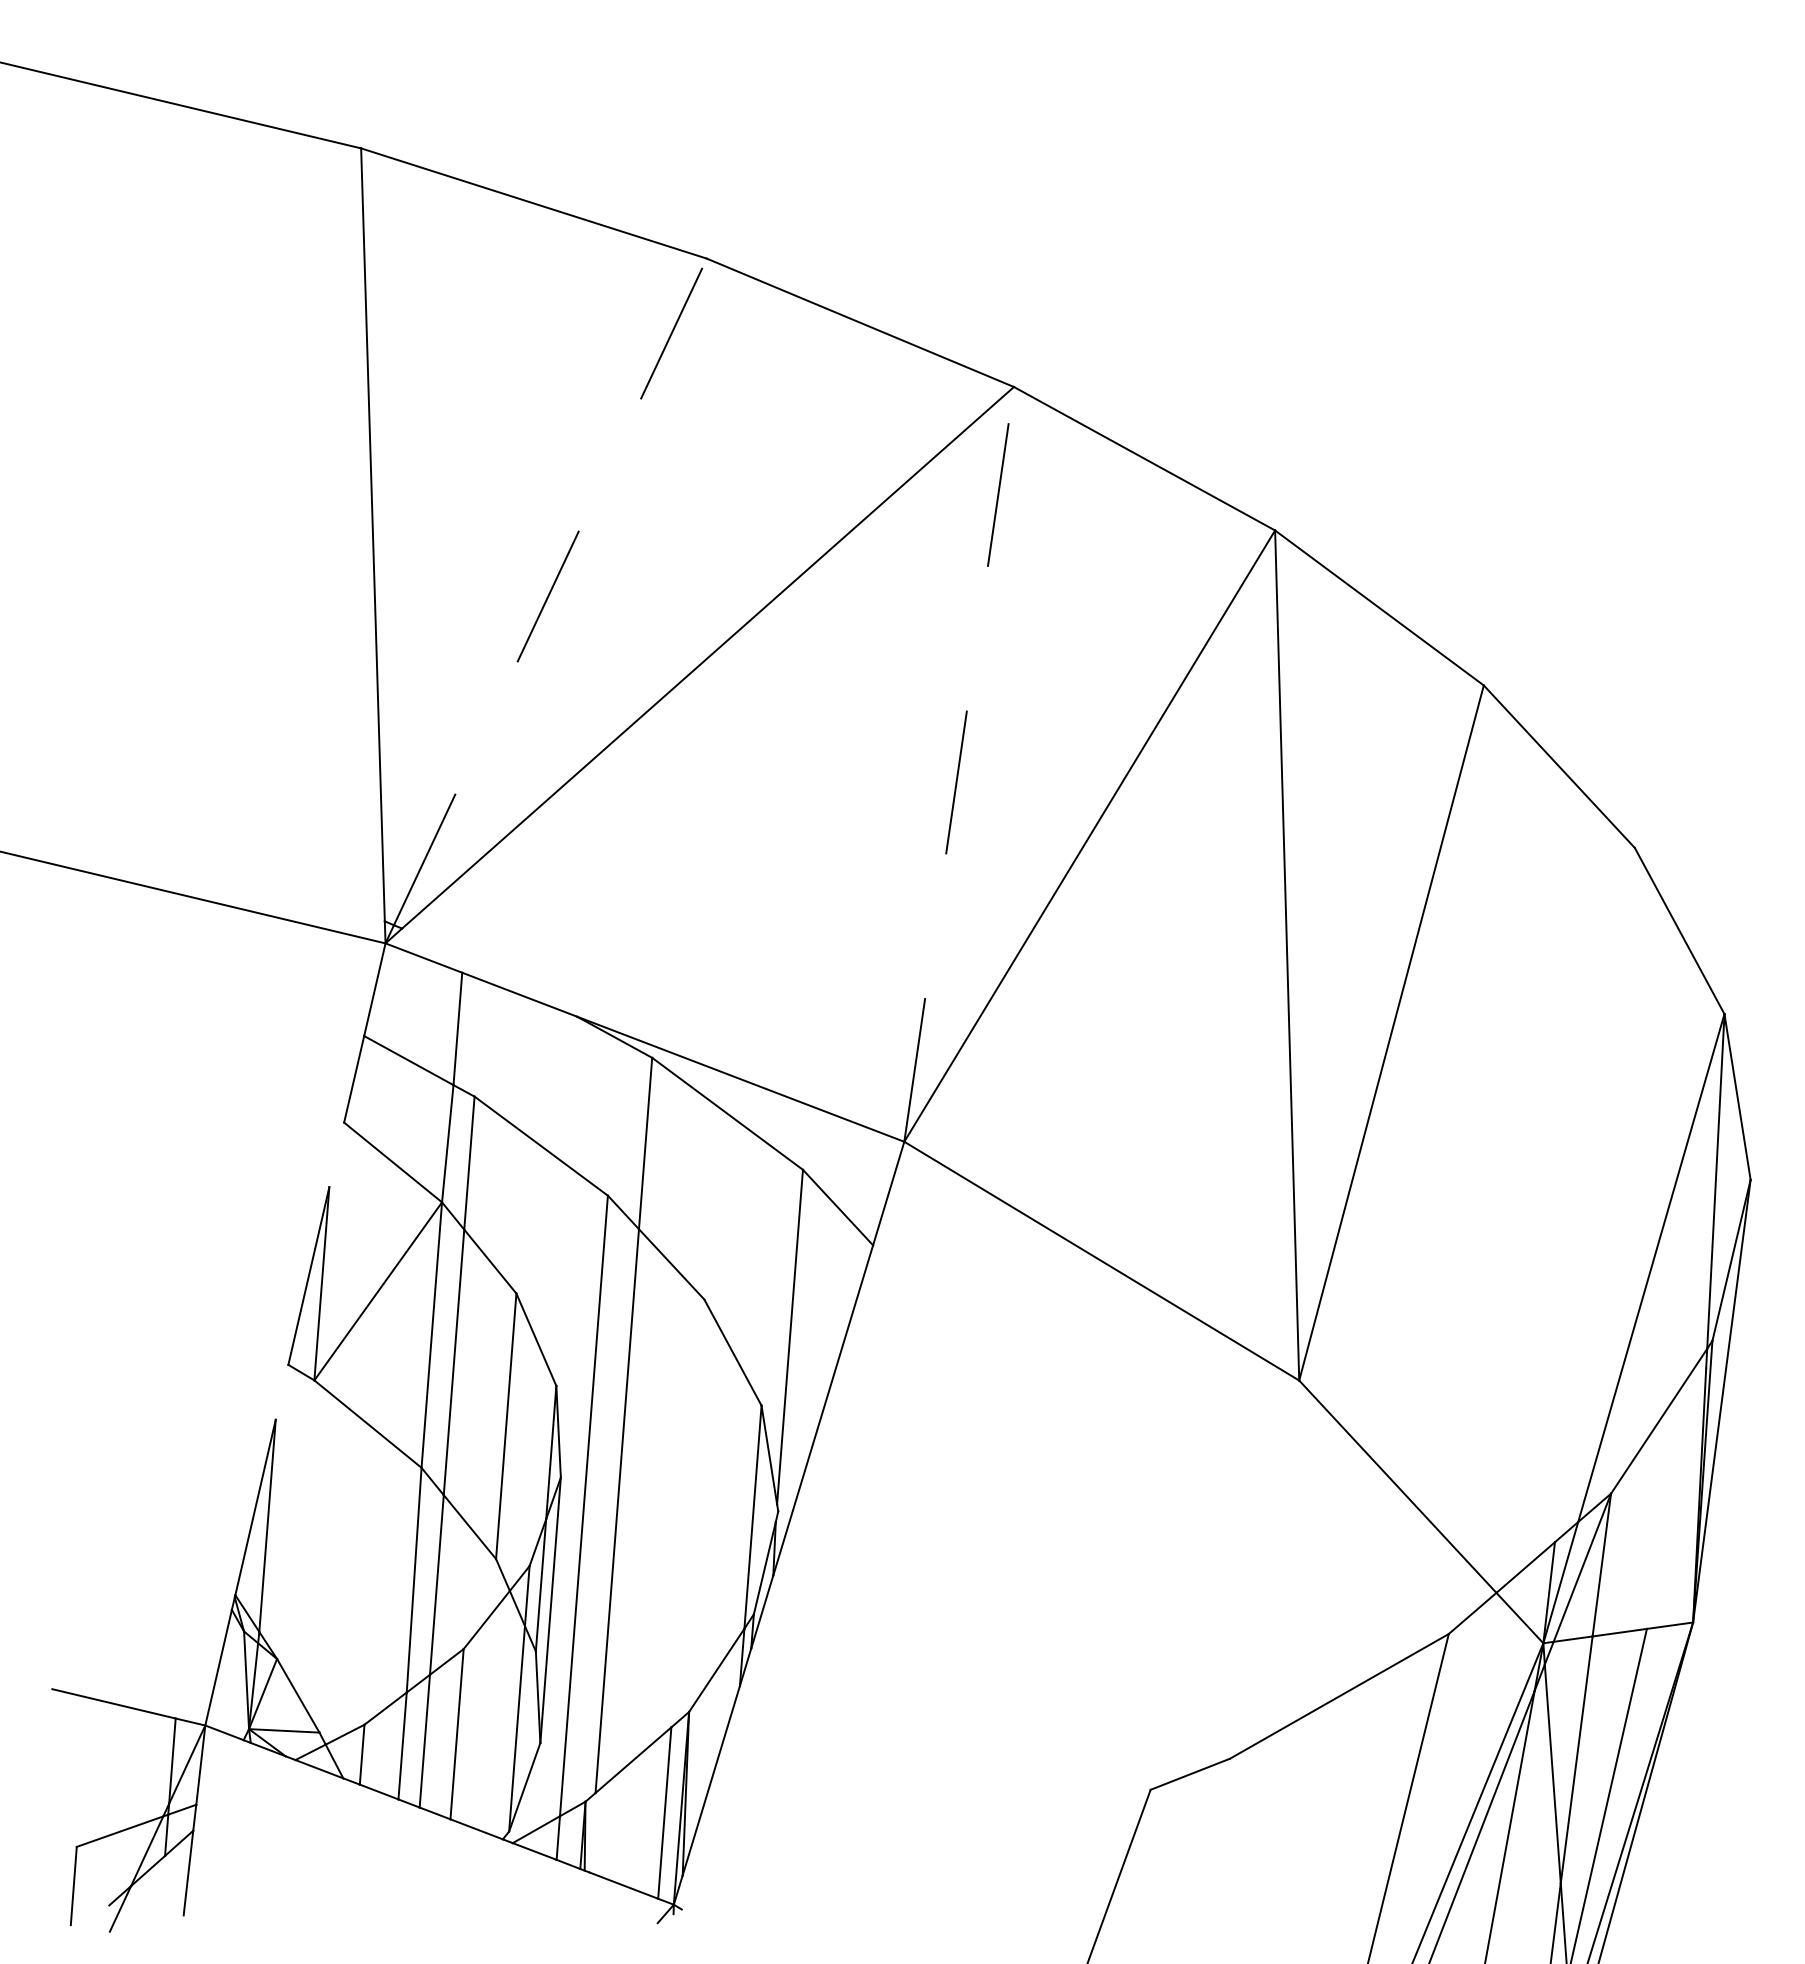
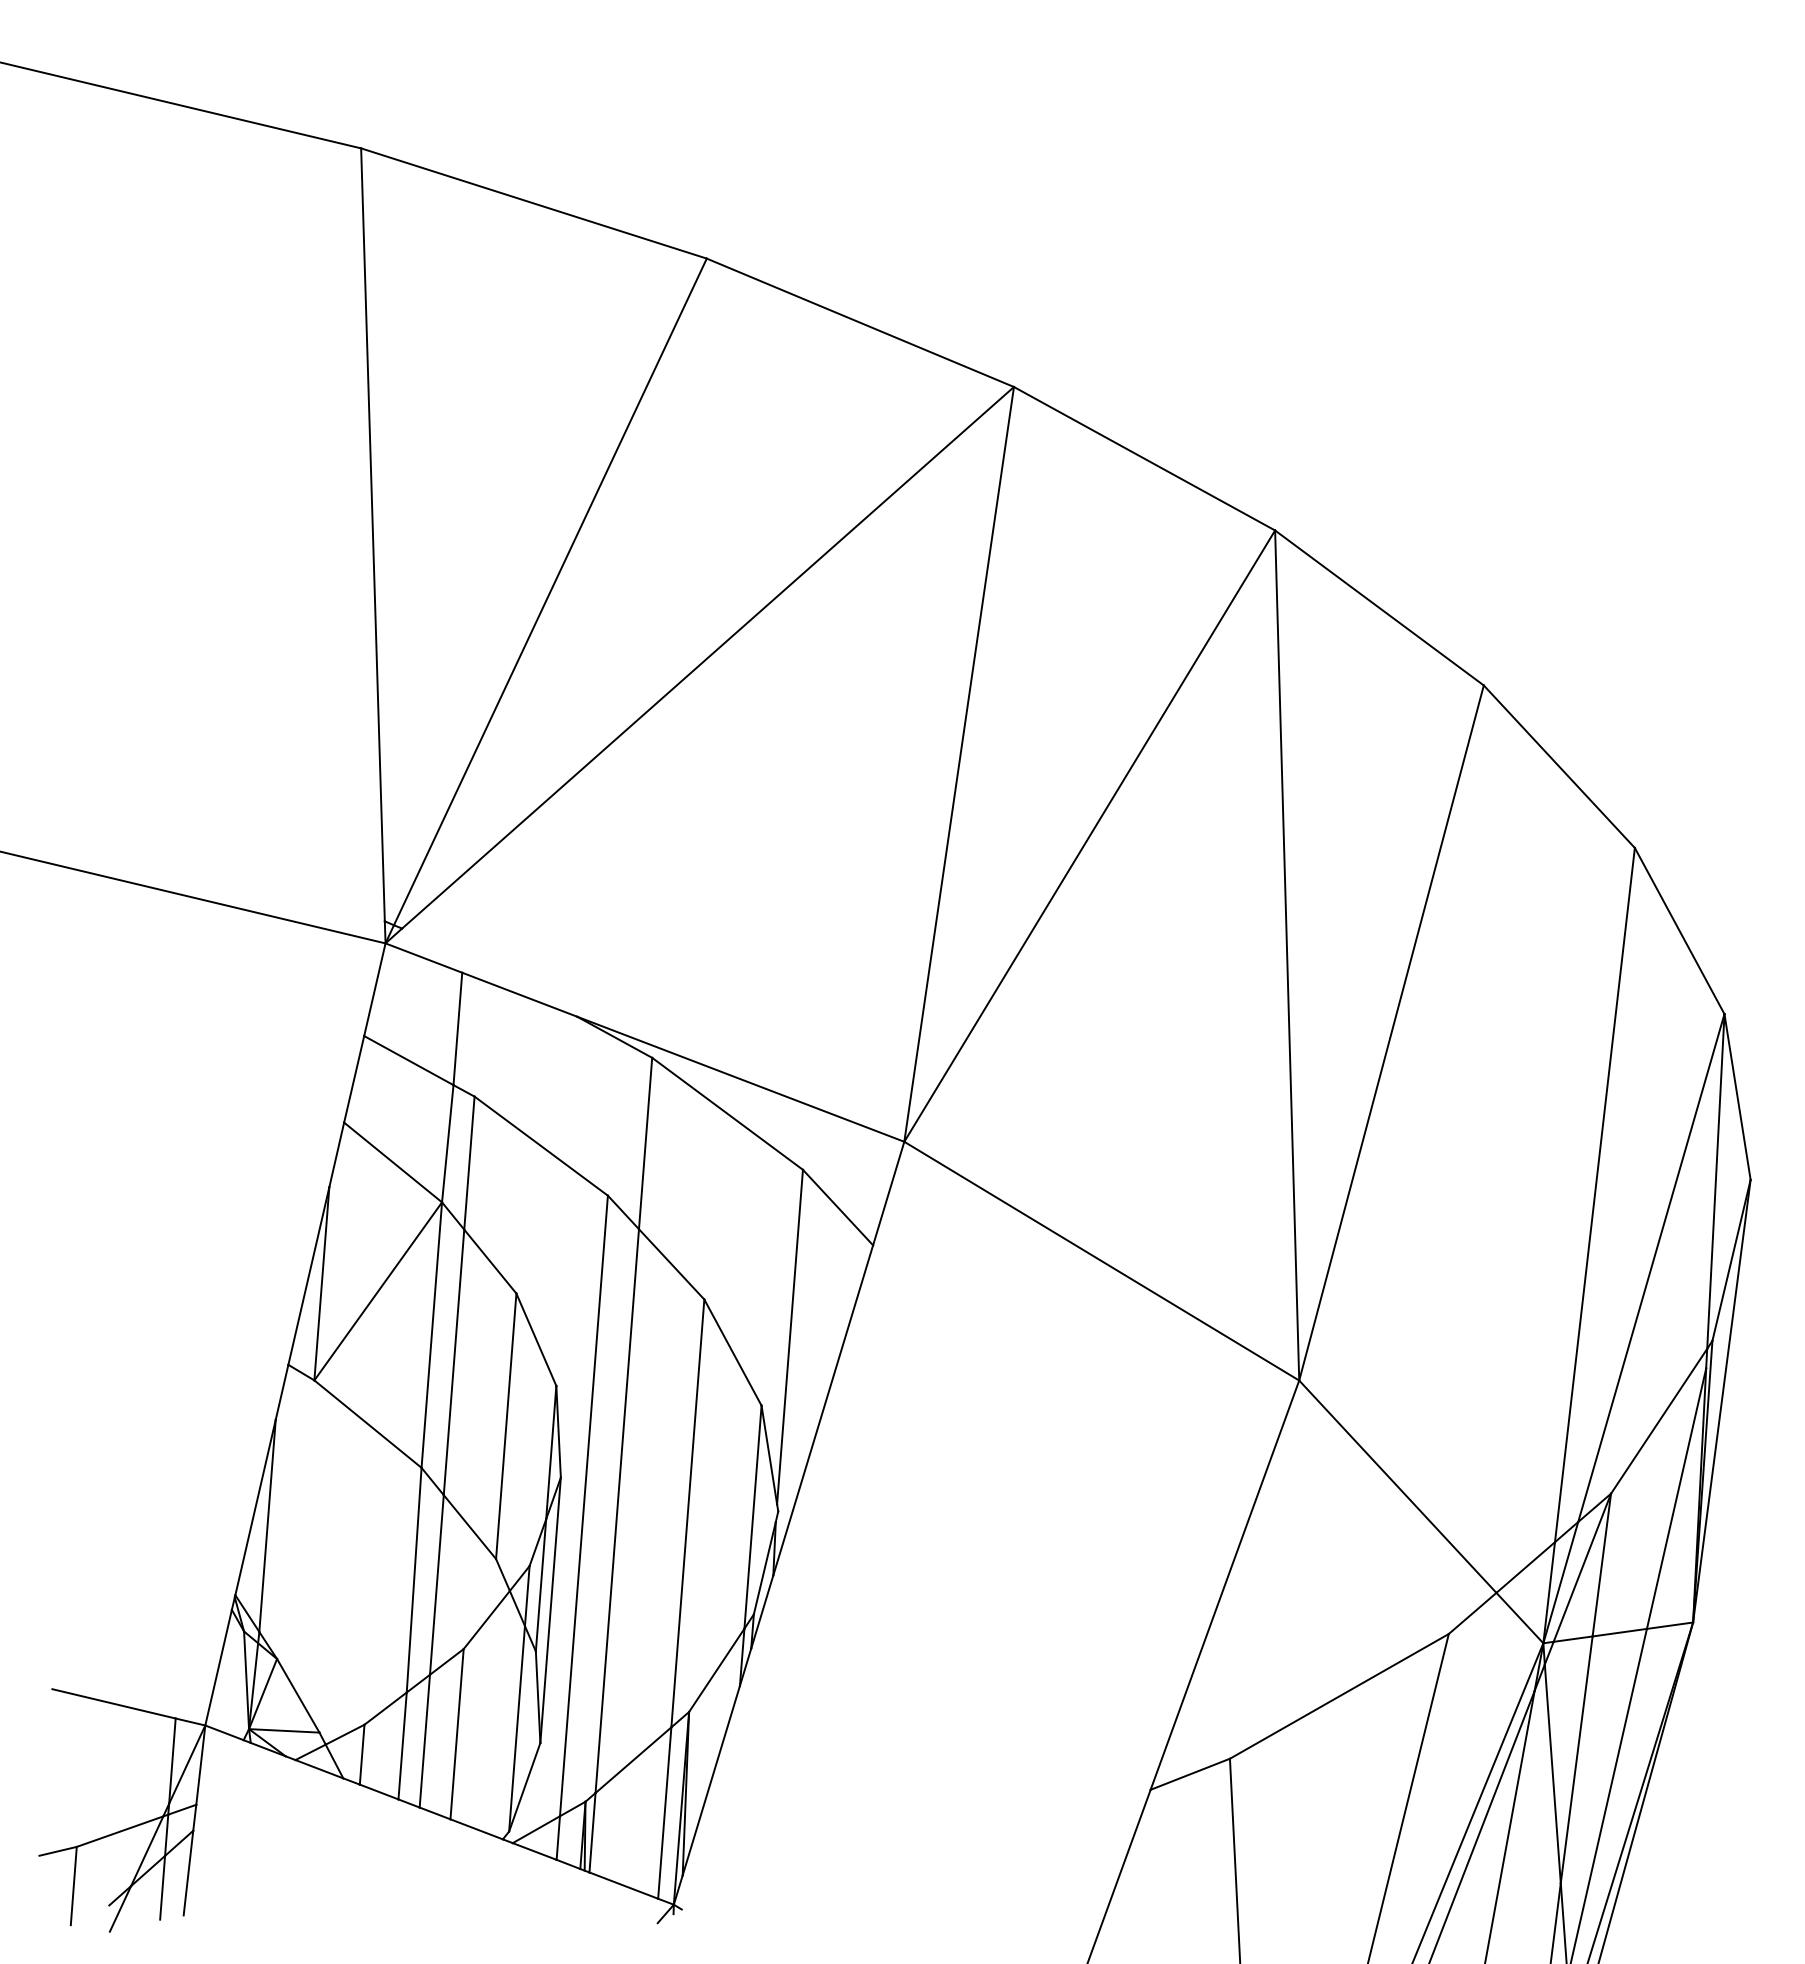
line at (550, 591): dashed -> solid
line at (959, 763): dashed -> solid
line at (336, 1154): none -> present
line at (1594, 1194): none -> present
line at (281, 1391): none -> present
line at (1676, 1498): none -> present
line at (687, 1513): none -> present
line at (1224, 1584): none -> present
line at (592, 1832): none -> present
line at (57, 1850): none -> present
line at (1234, 1859): none -> present
line at (162, 1887): none -> present
